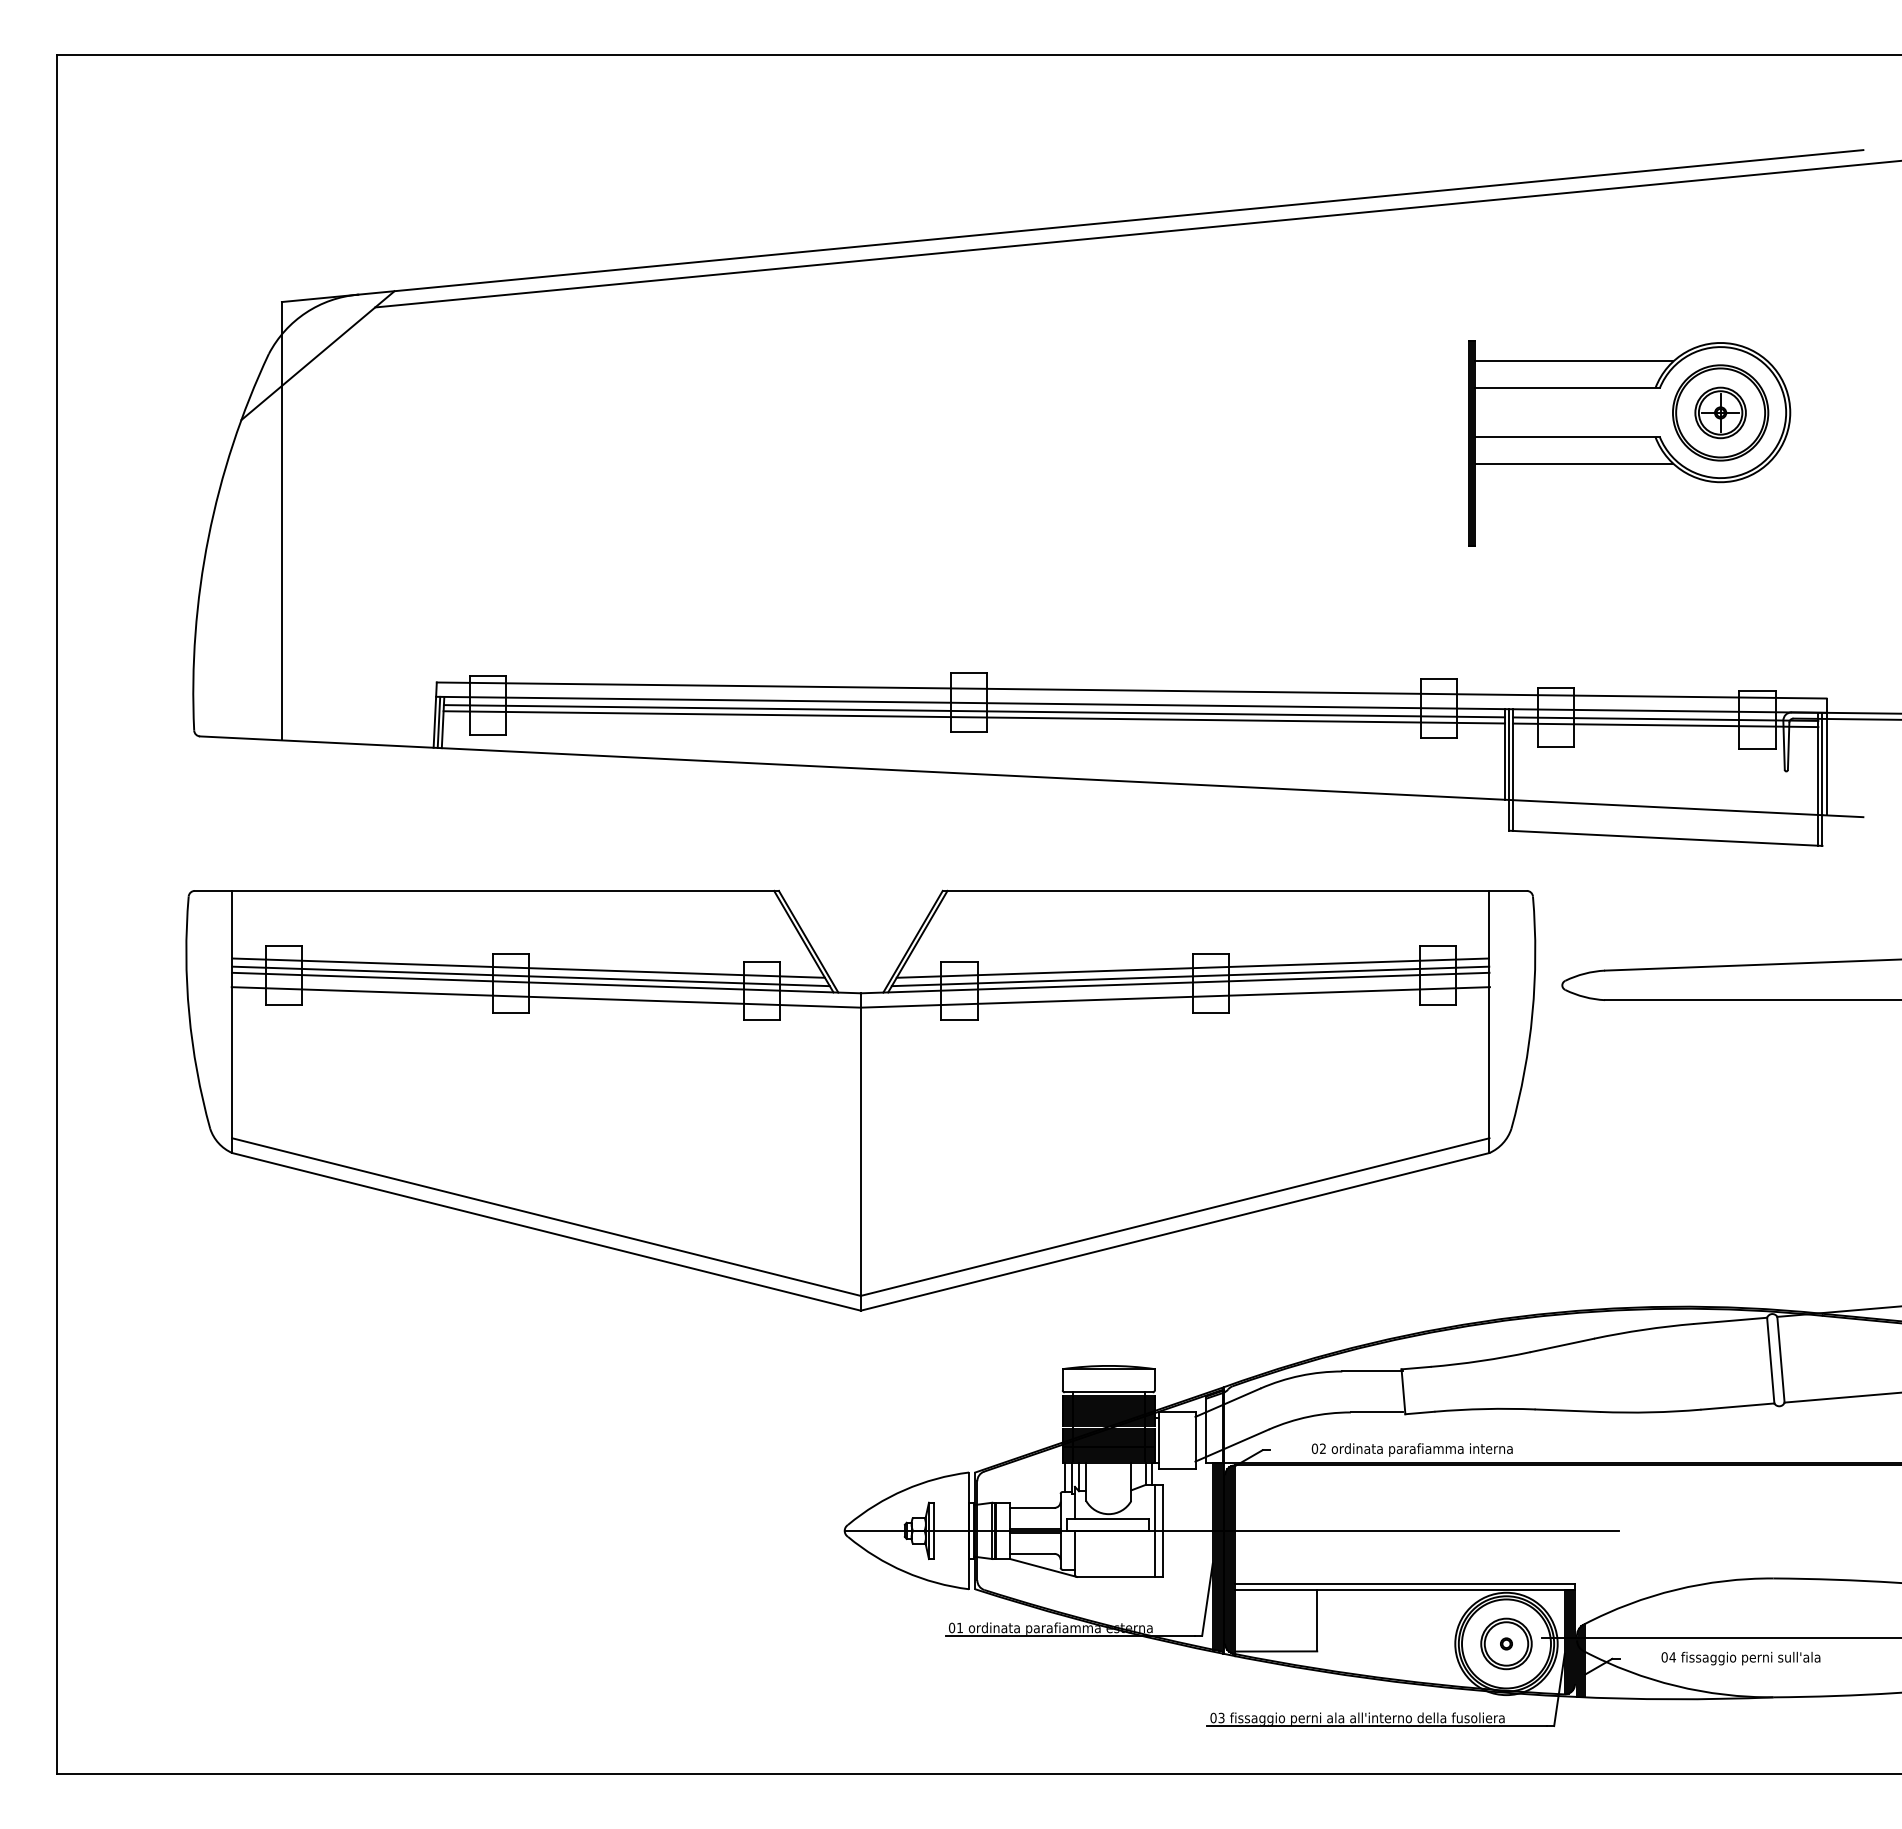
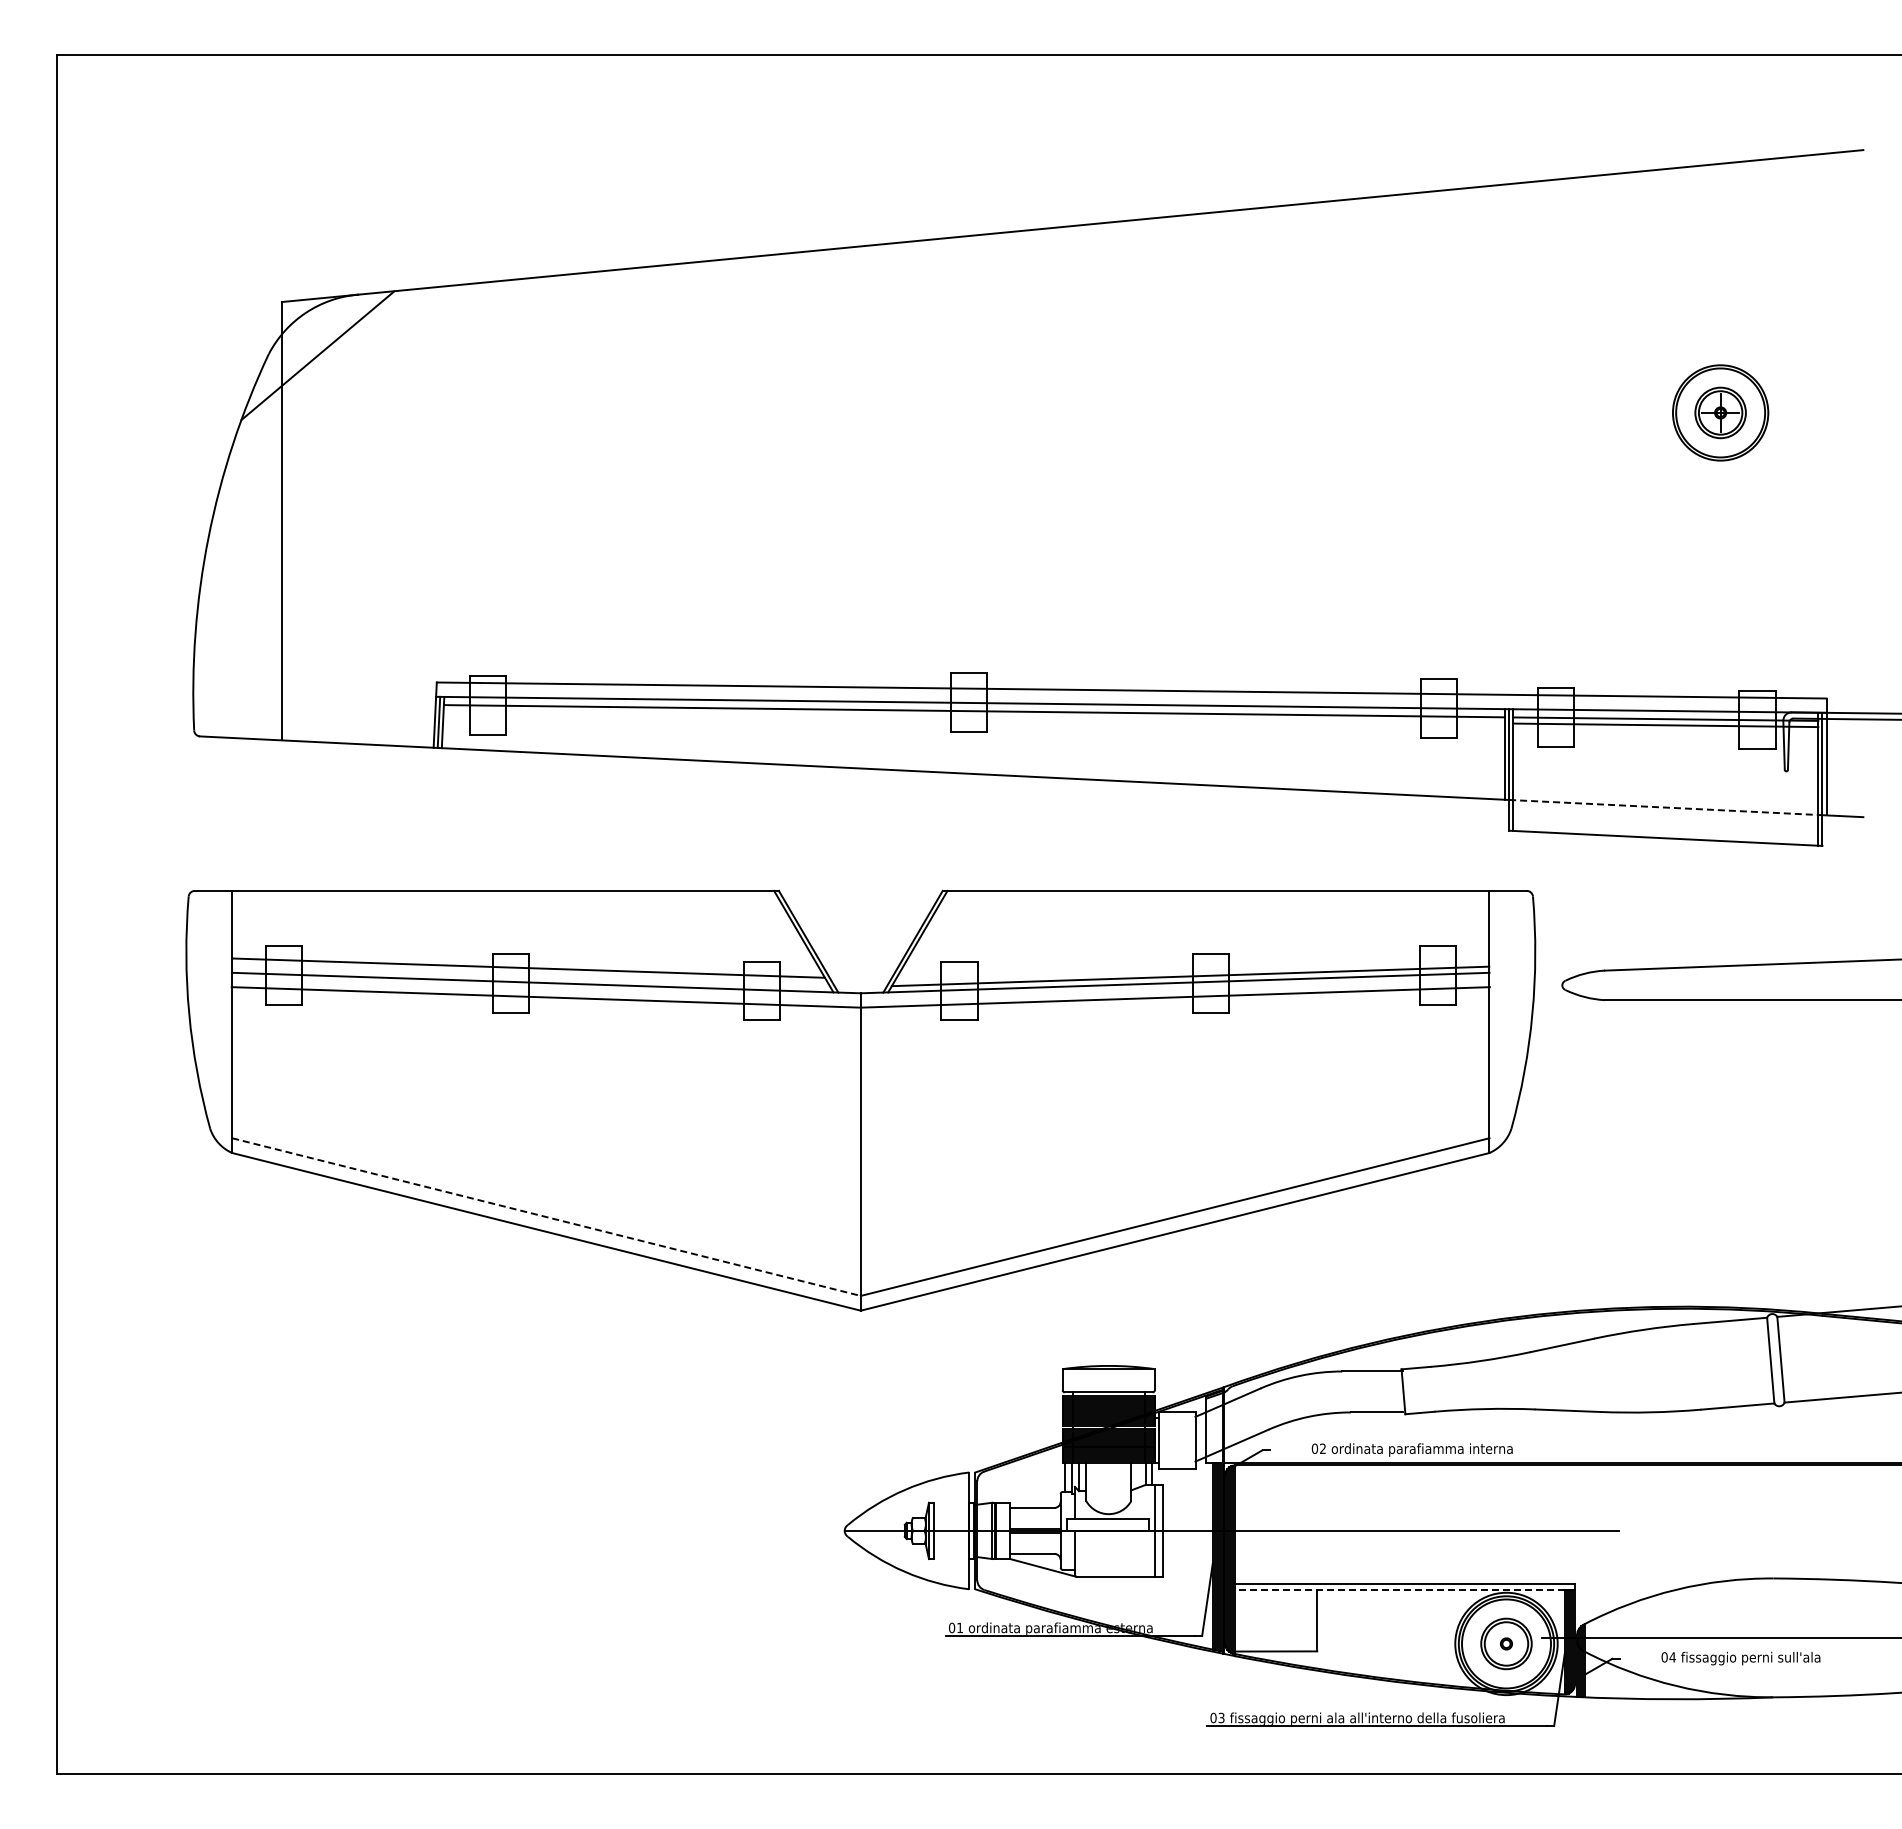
line at (1136, 234): present -> none
part at (1629, 443): present -> none
line at (974, 717): present -> none
line at (1665, 807): solid -> dashed
line at (1192, 967): present -> none
line at (530, 976): present -> none
line at (547, 1217): solid -> dashed
line at (1400, 1589): solid -> dashed
